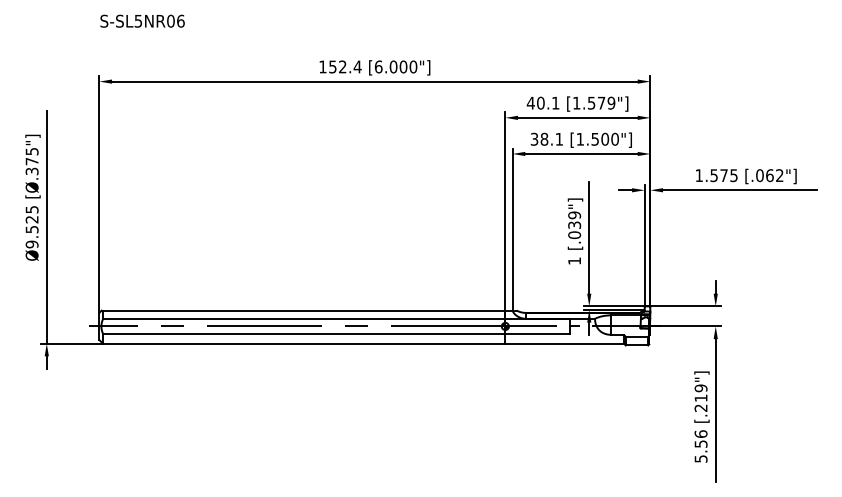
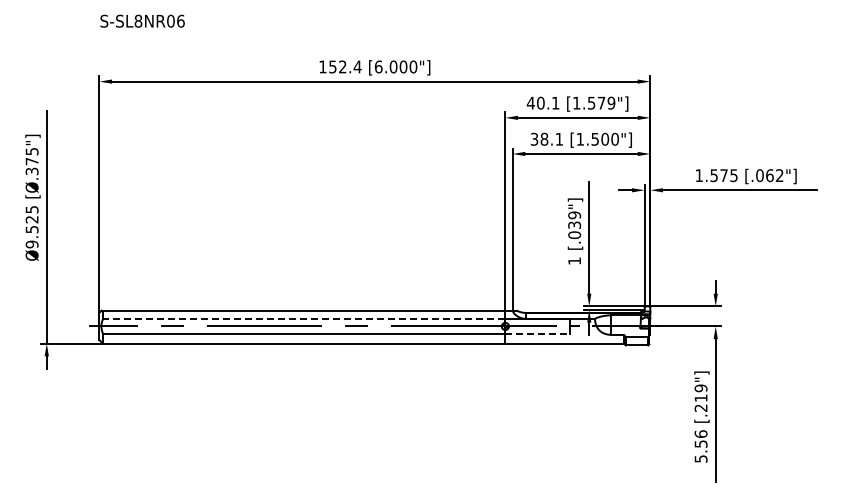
text at (138, 20): S-SL5NR06 -> S-SL8NR06
line at (303, 319): solid -> dashed
line at (538, 333): solid -> dashed
